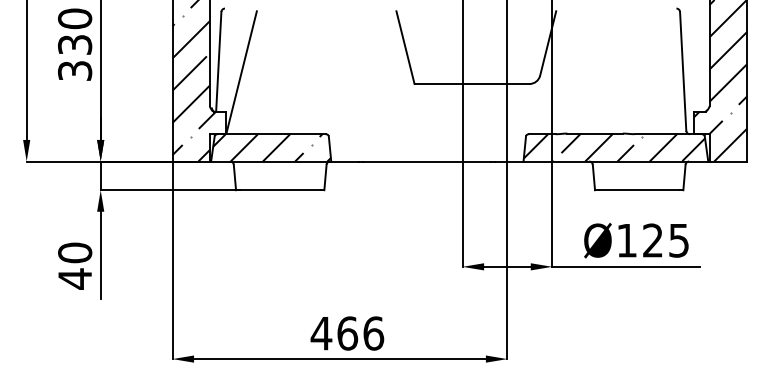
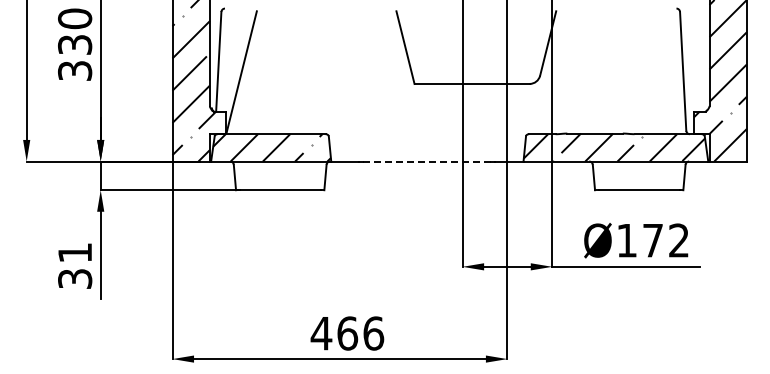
line at (427, 161): solid -> dashed
text at (665, 240): 125 -> 172
text at (75, 265): 40 -> 31
